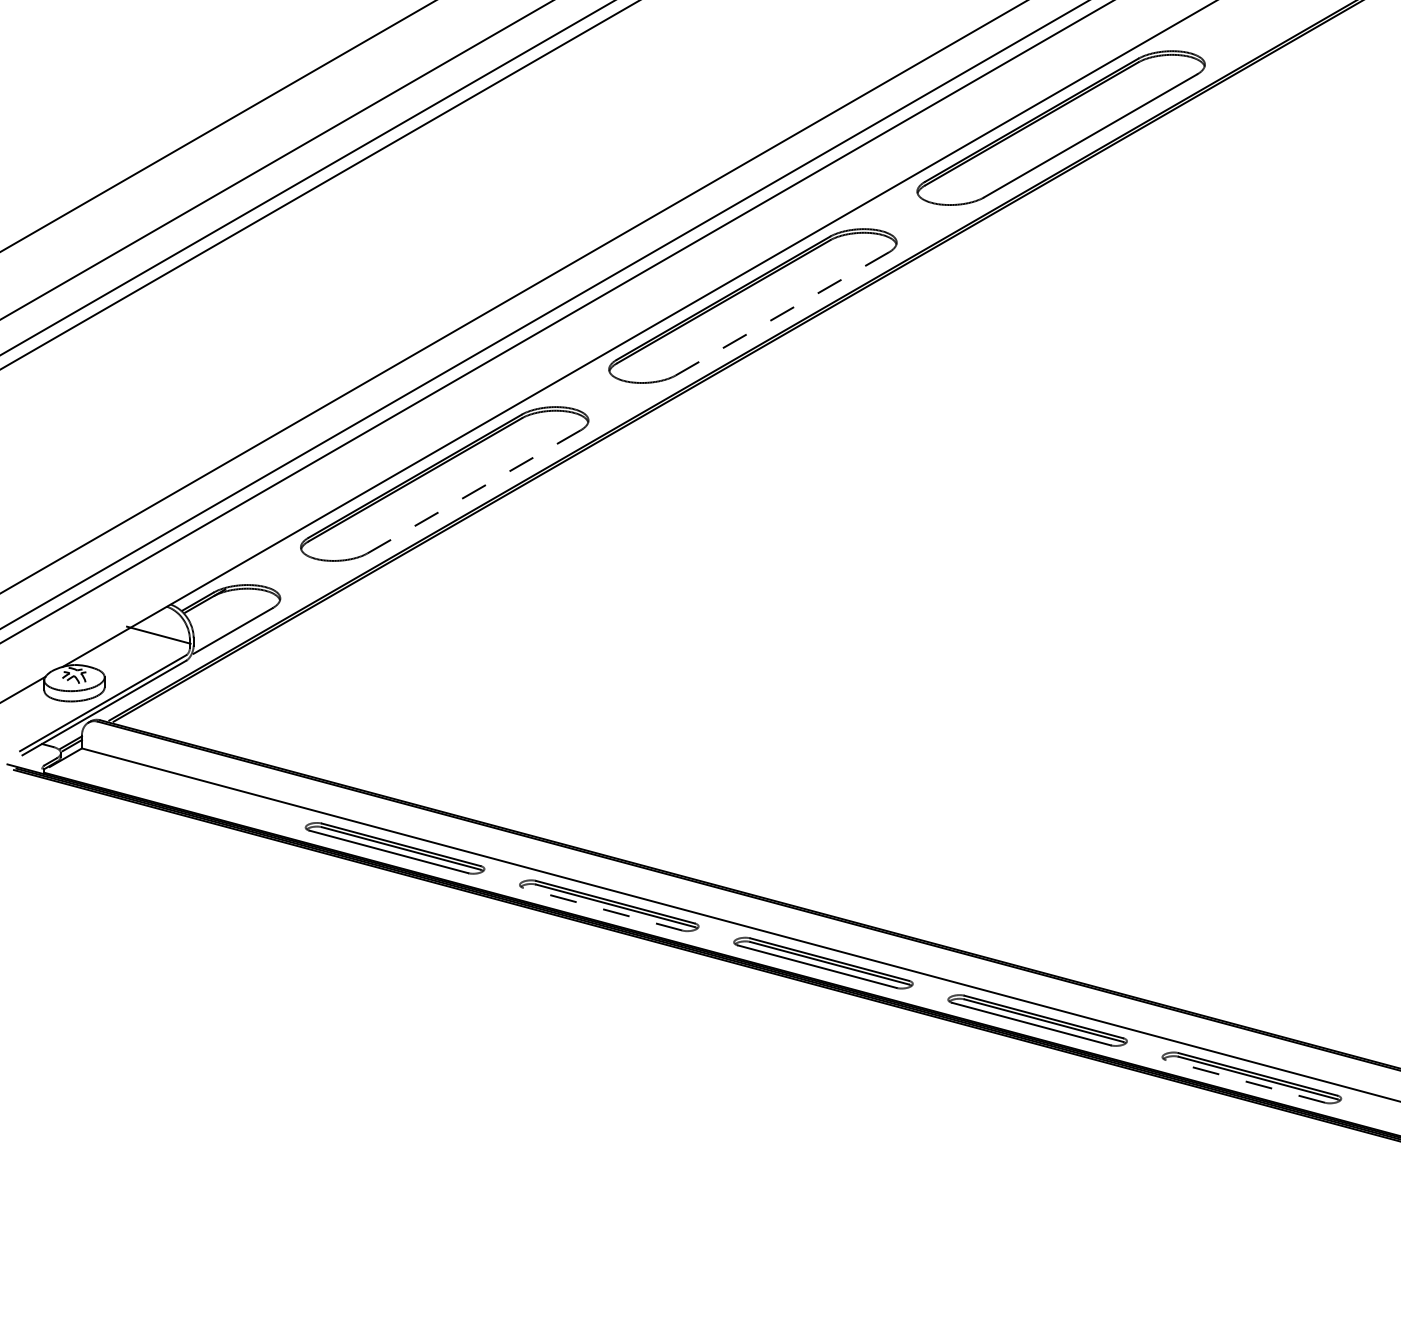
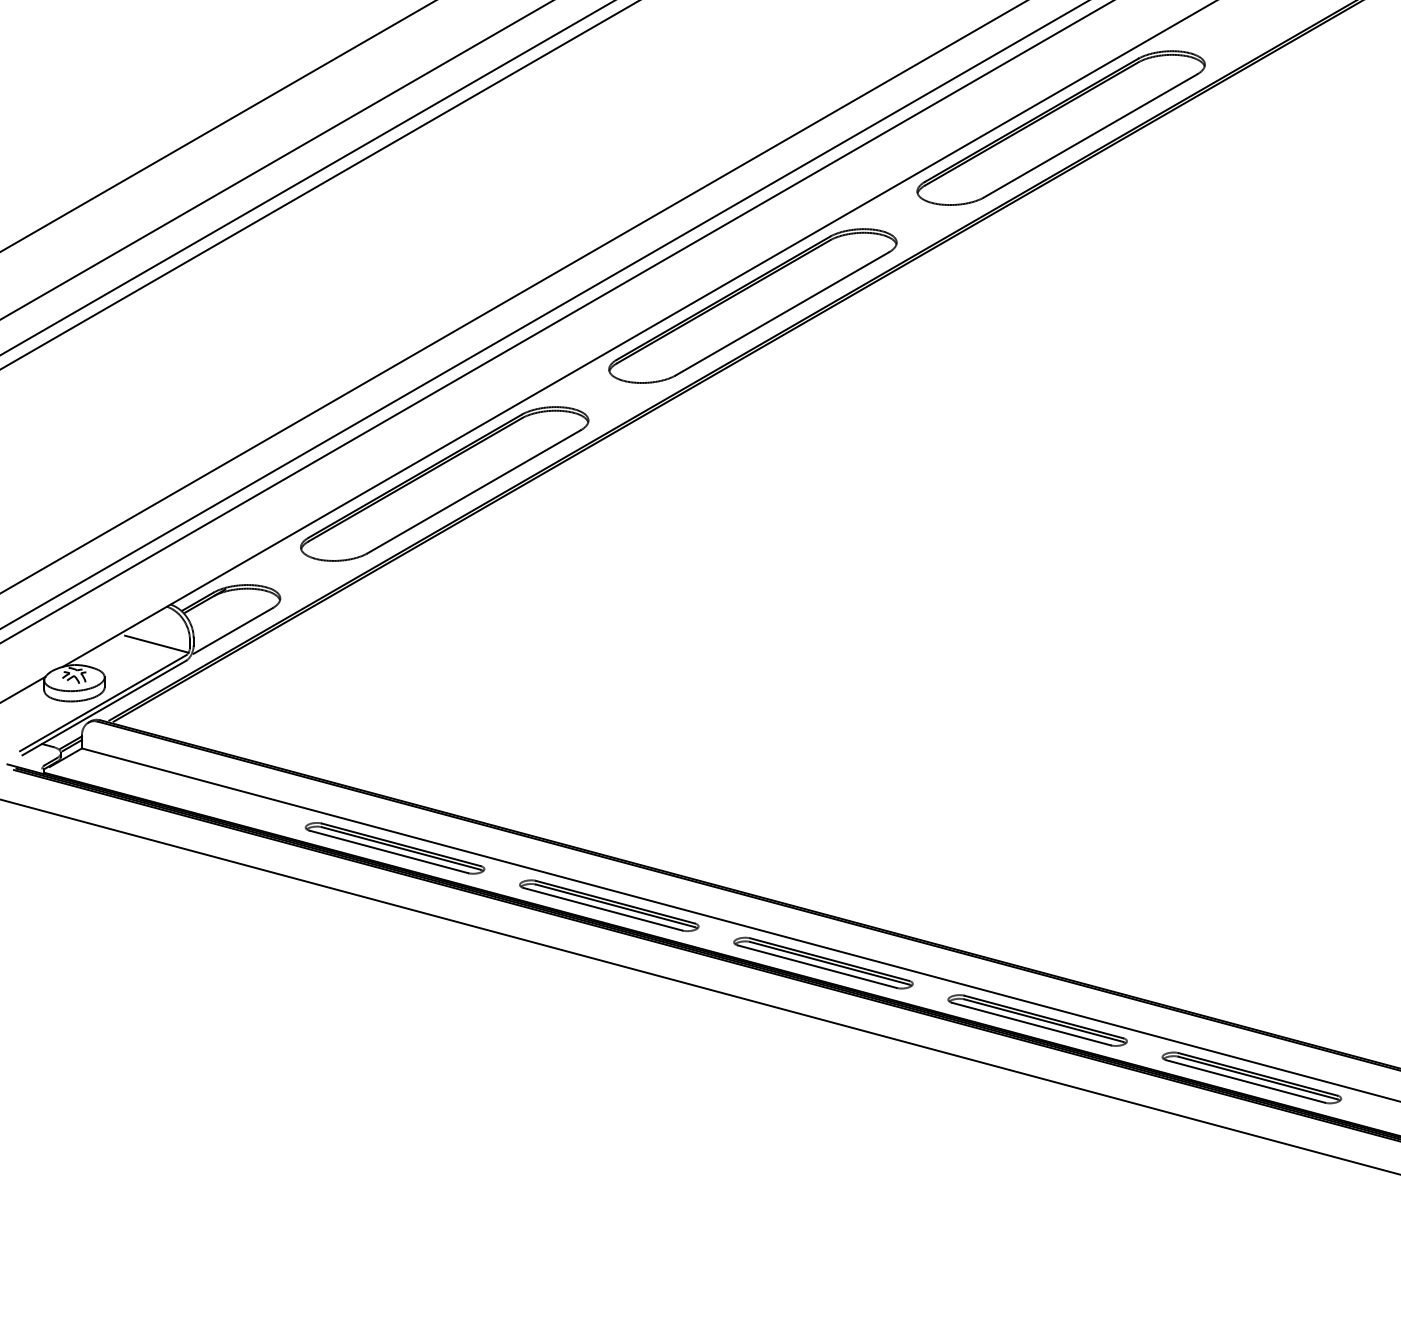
line at (781, 314): dashed -> solid
line at (473, 492): dashed -> solid
line at (158, 634) position: (158, 634) -> (156, 643)
line at (602, 909): dashed -> solid
line at (699, 986): none -> present
line at (1245, 1081): dashed -> solid
